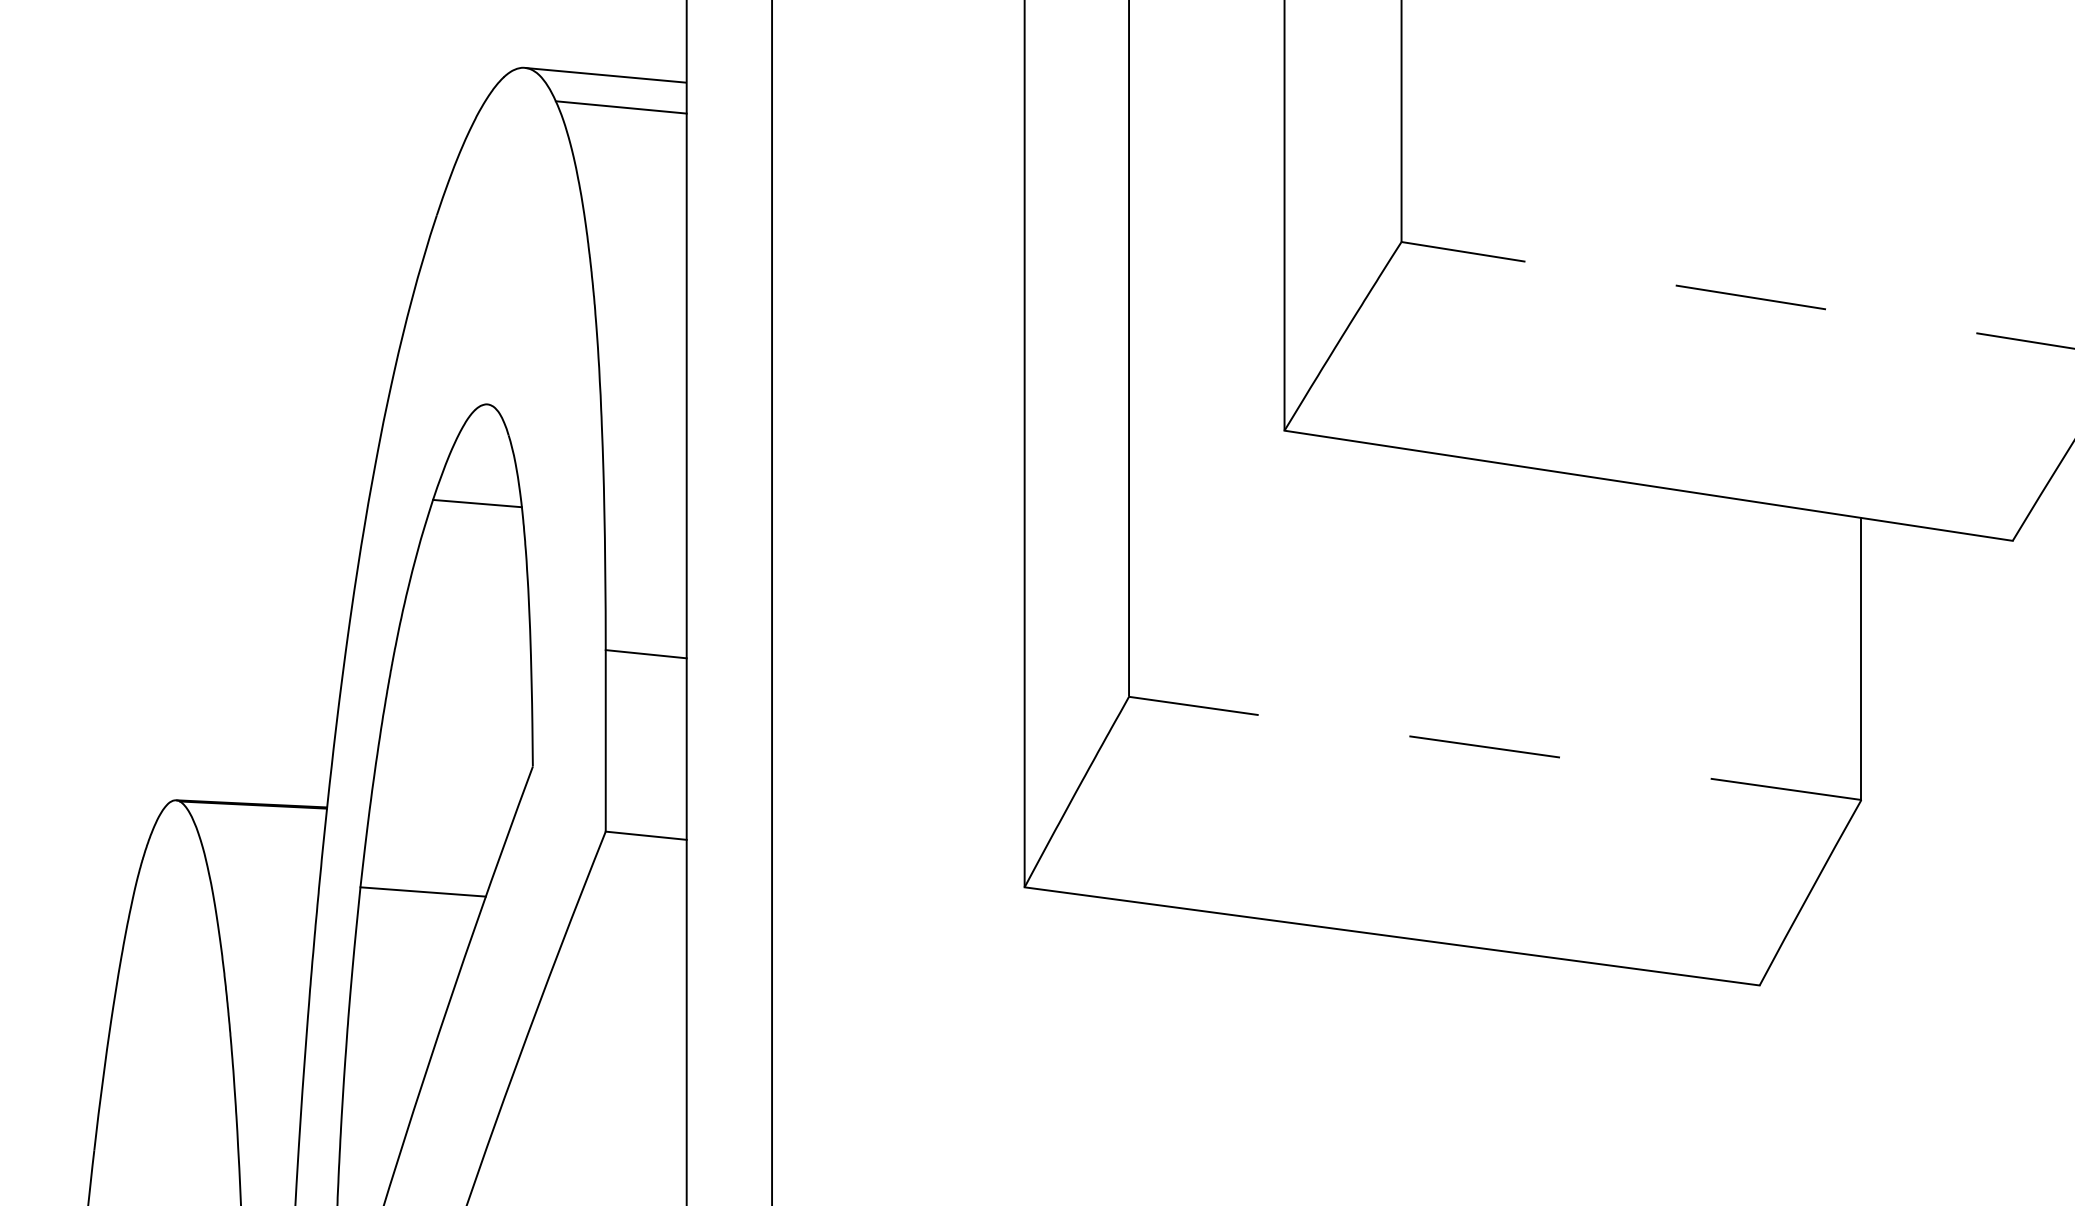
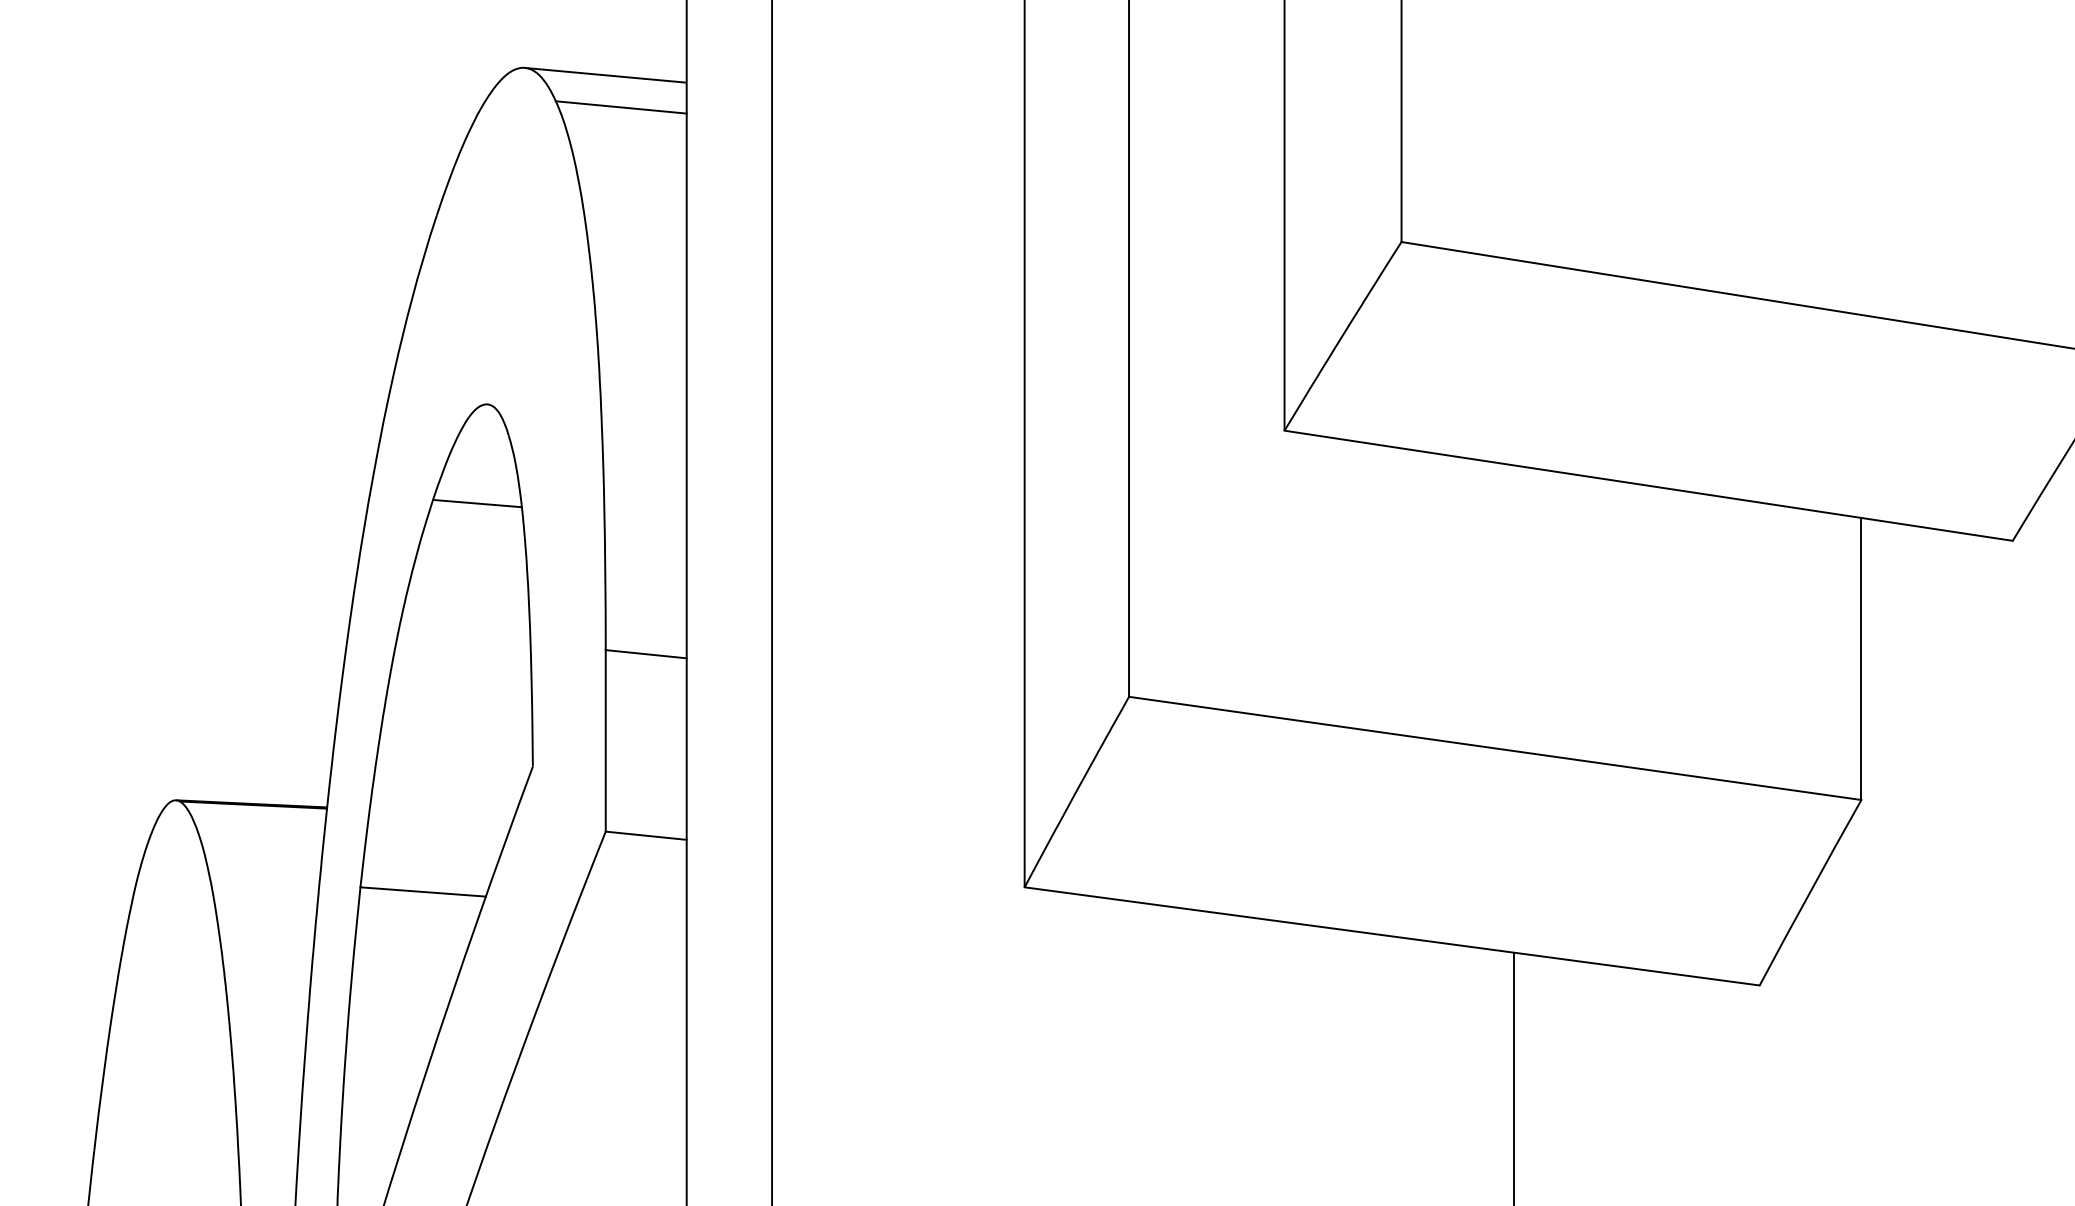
line at (1737, 295): dashed -> solid
line at (1495, 748): dashed -> solid
line at (1513, 1077): none -> present
